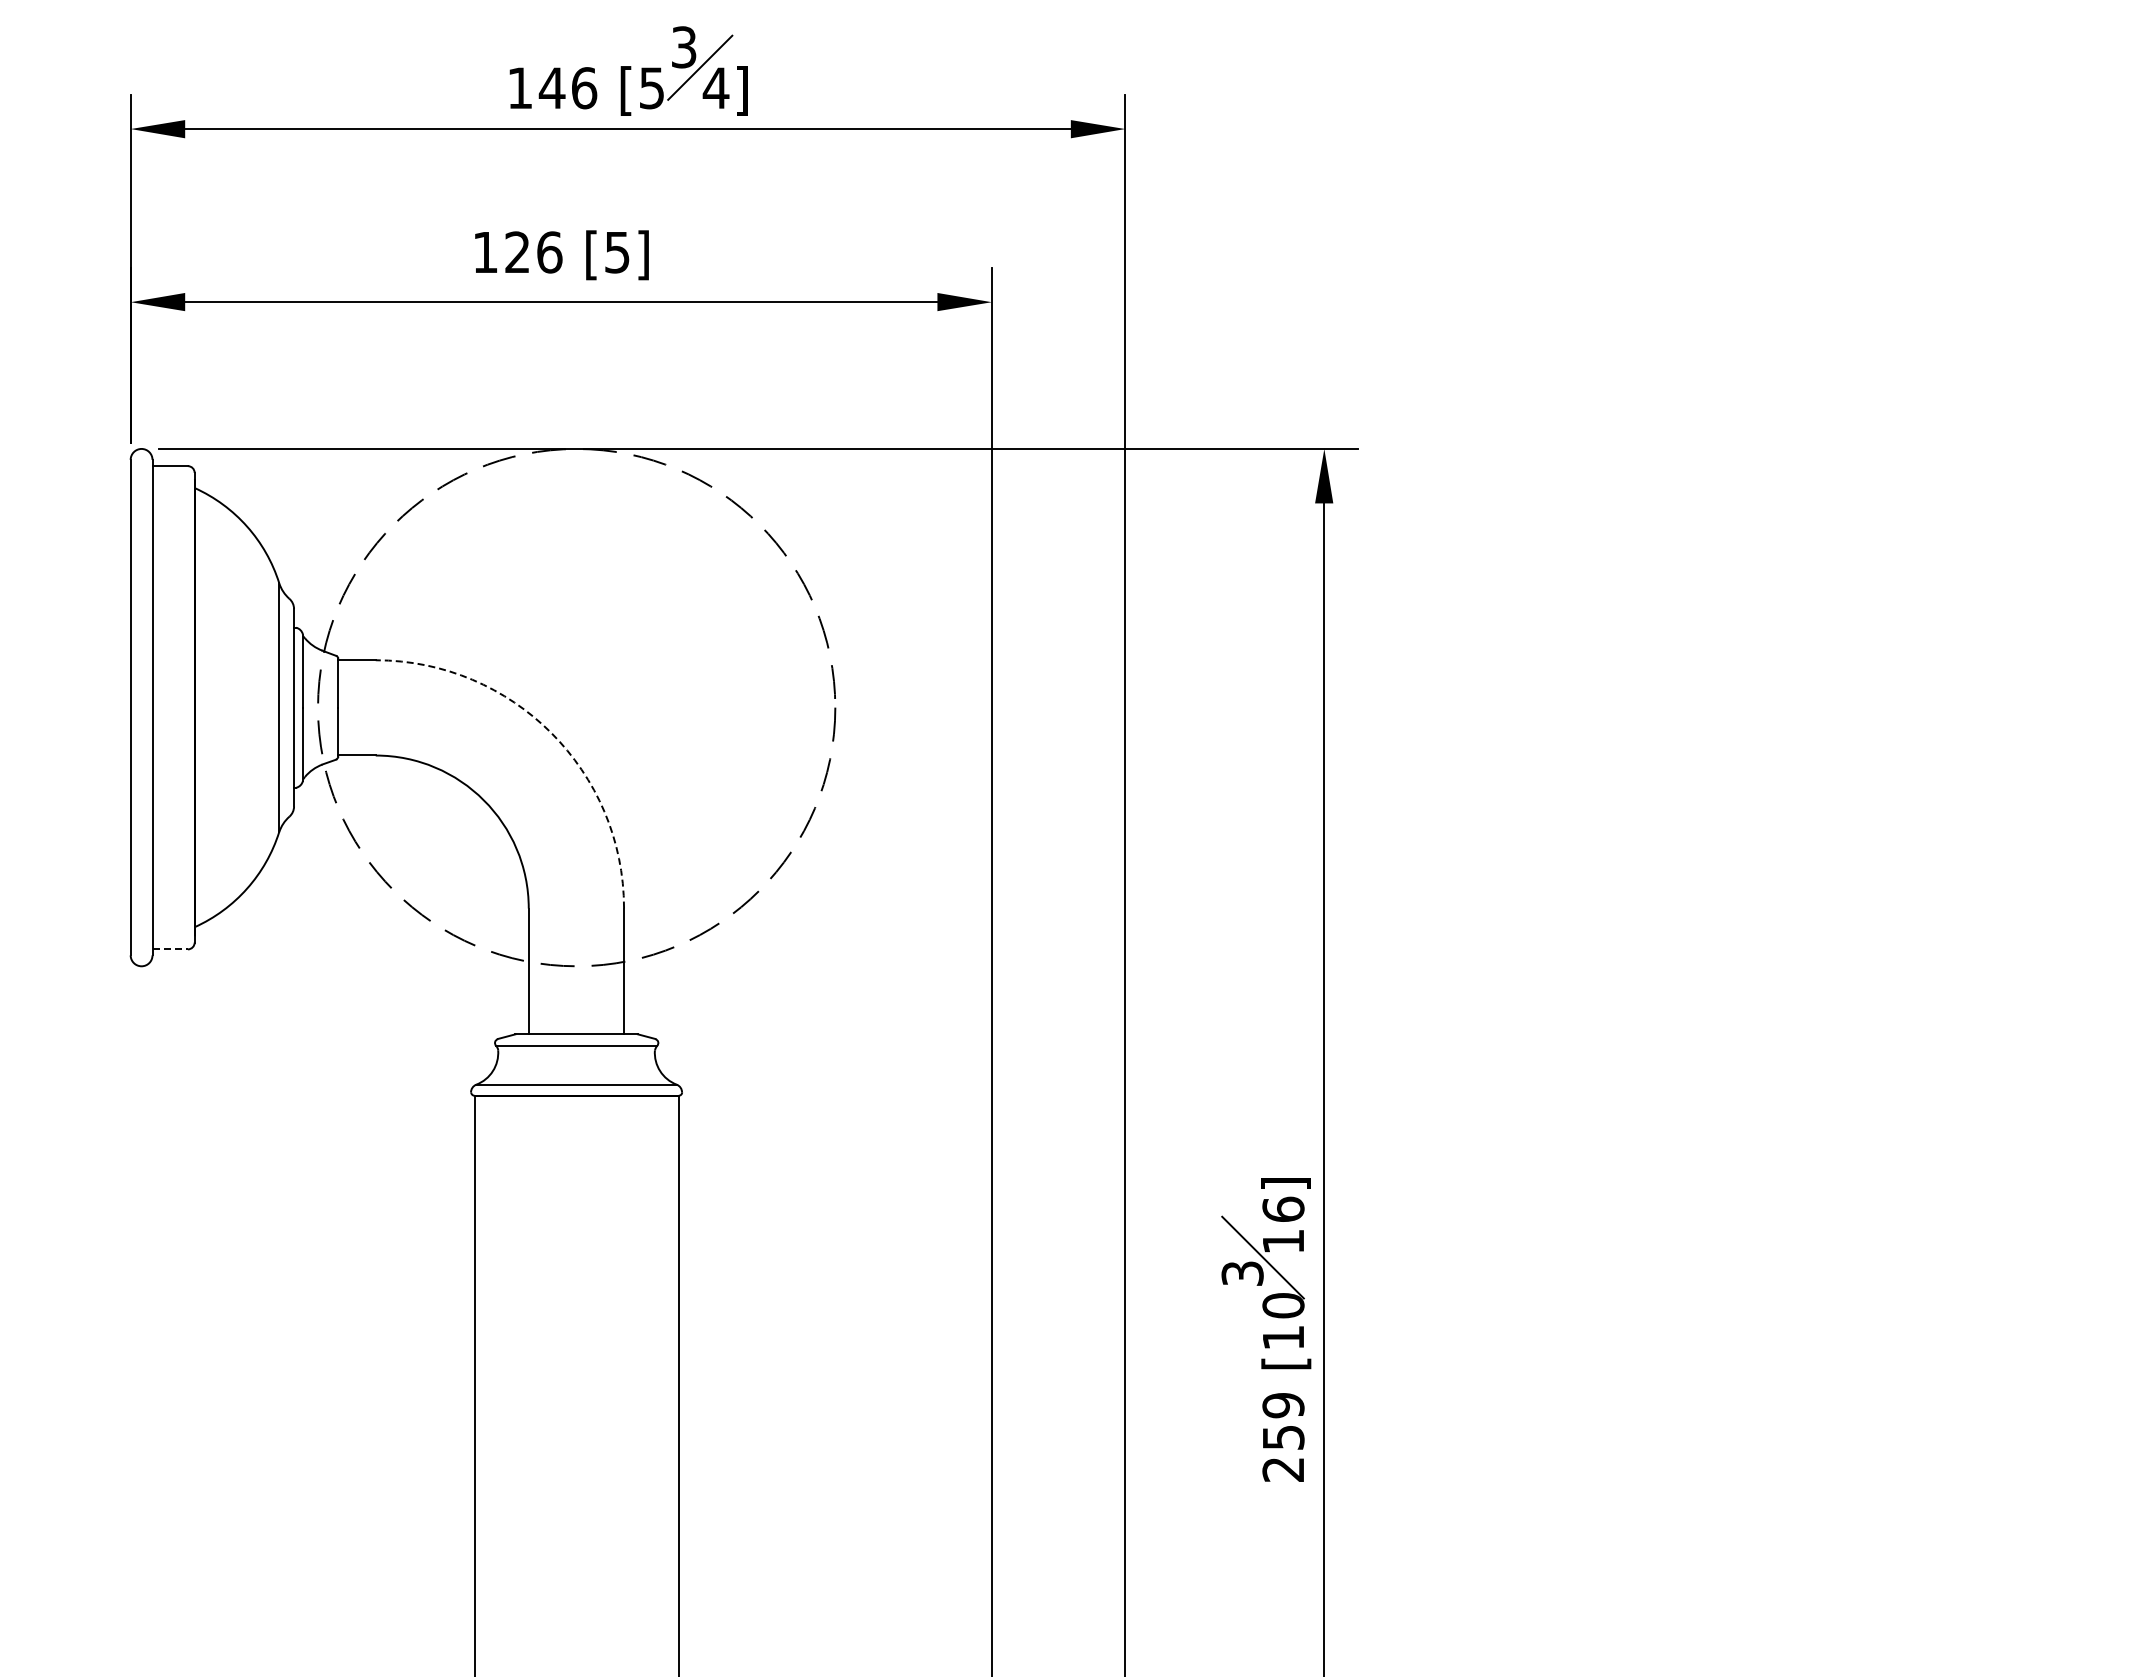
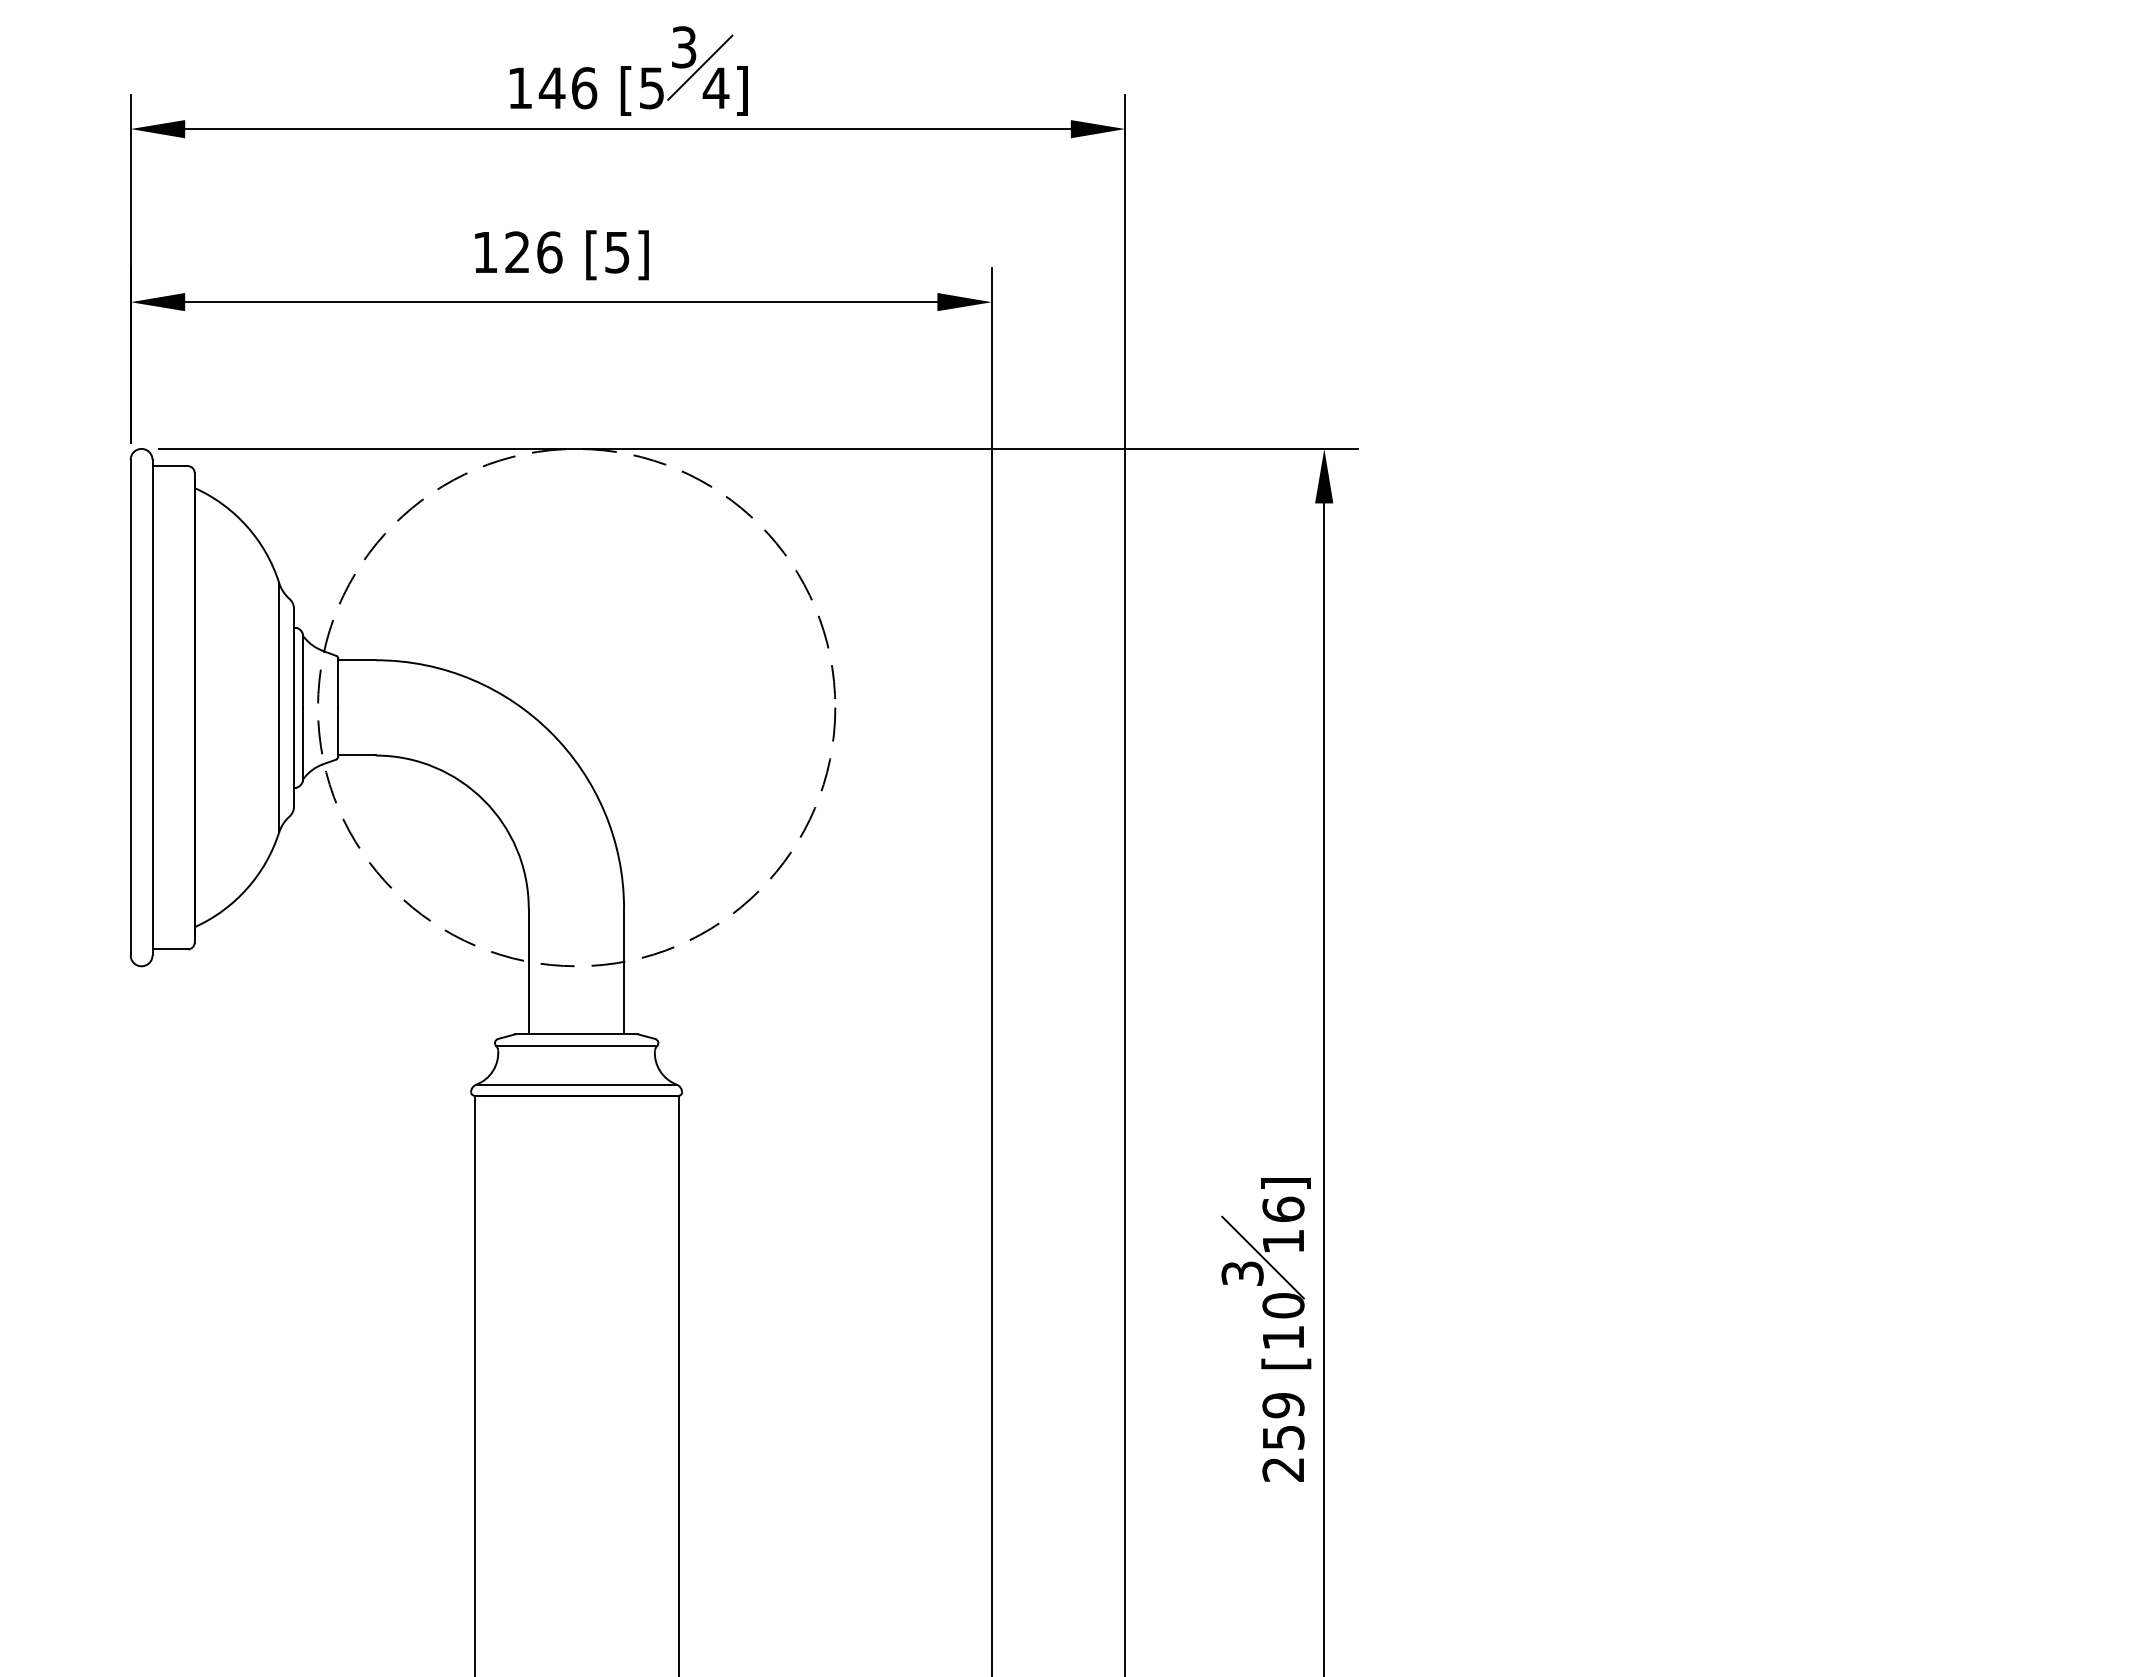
arc at (551, 732): dashed -> solid
line at (170, 949): dashed -> solid
